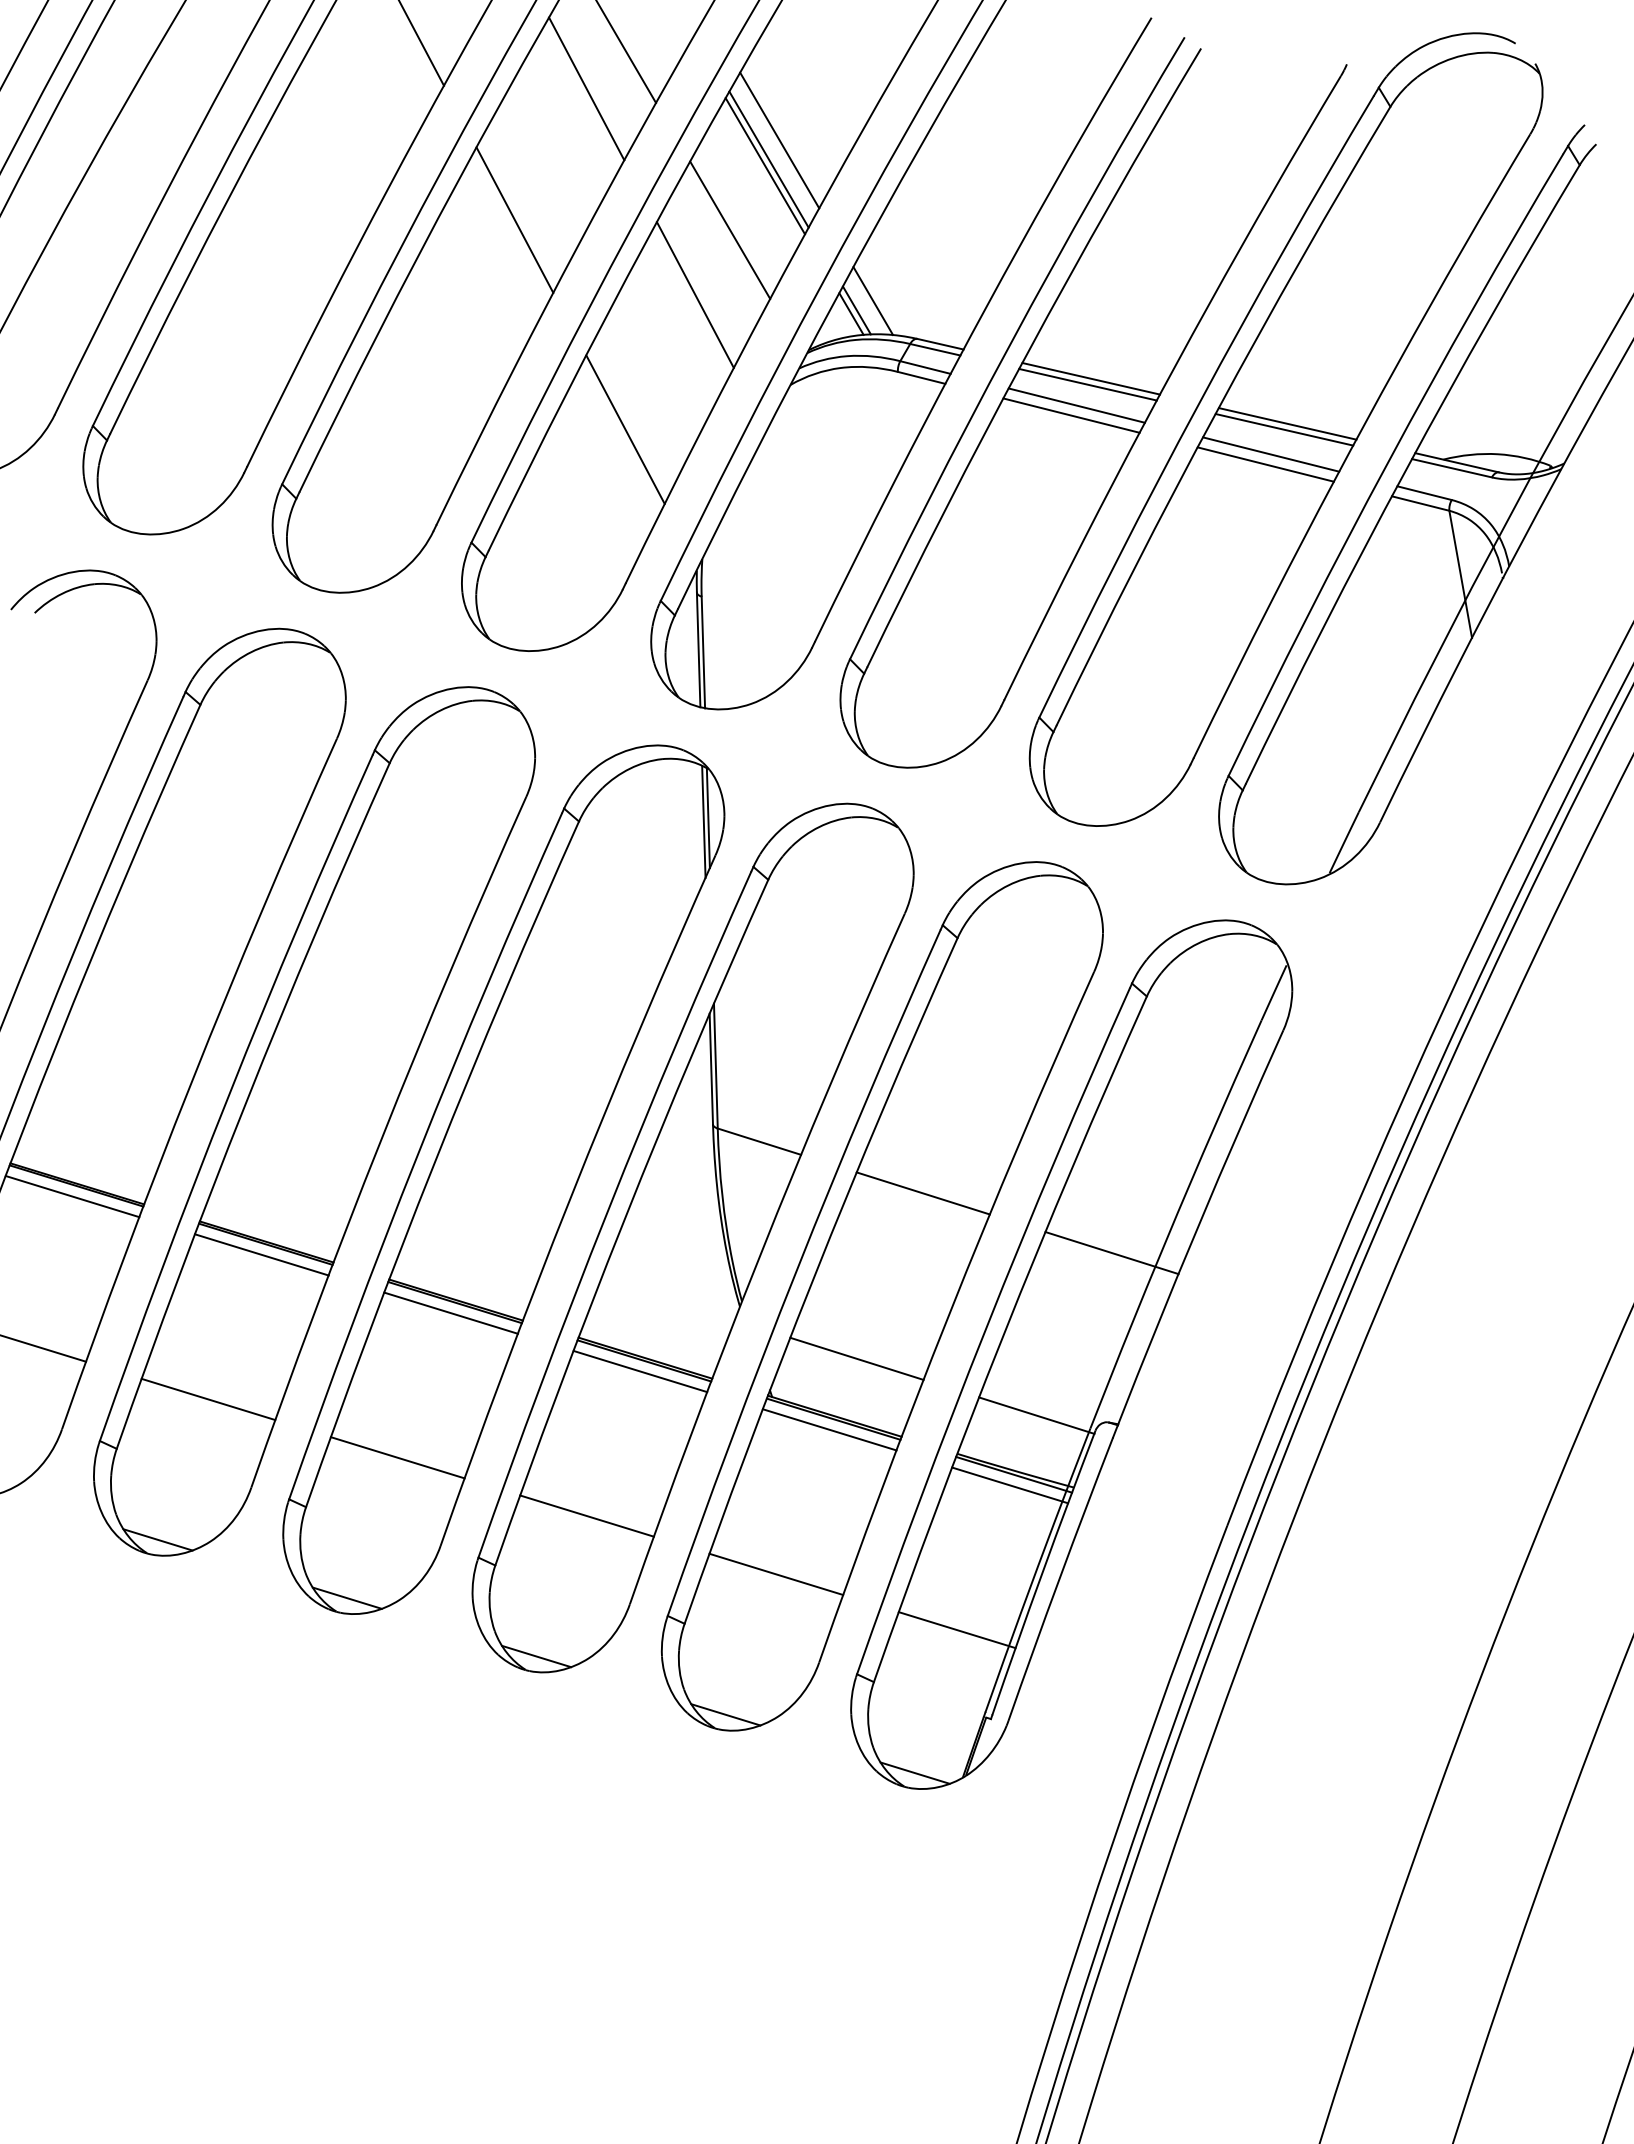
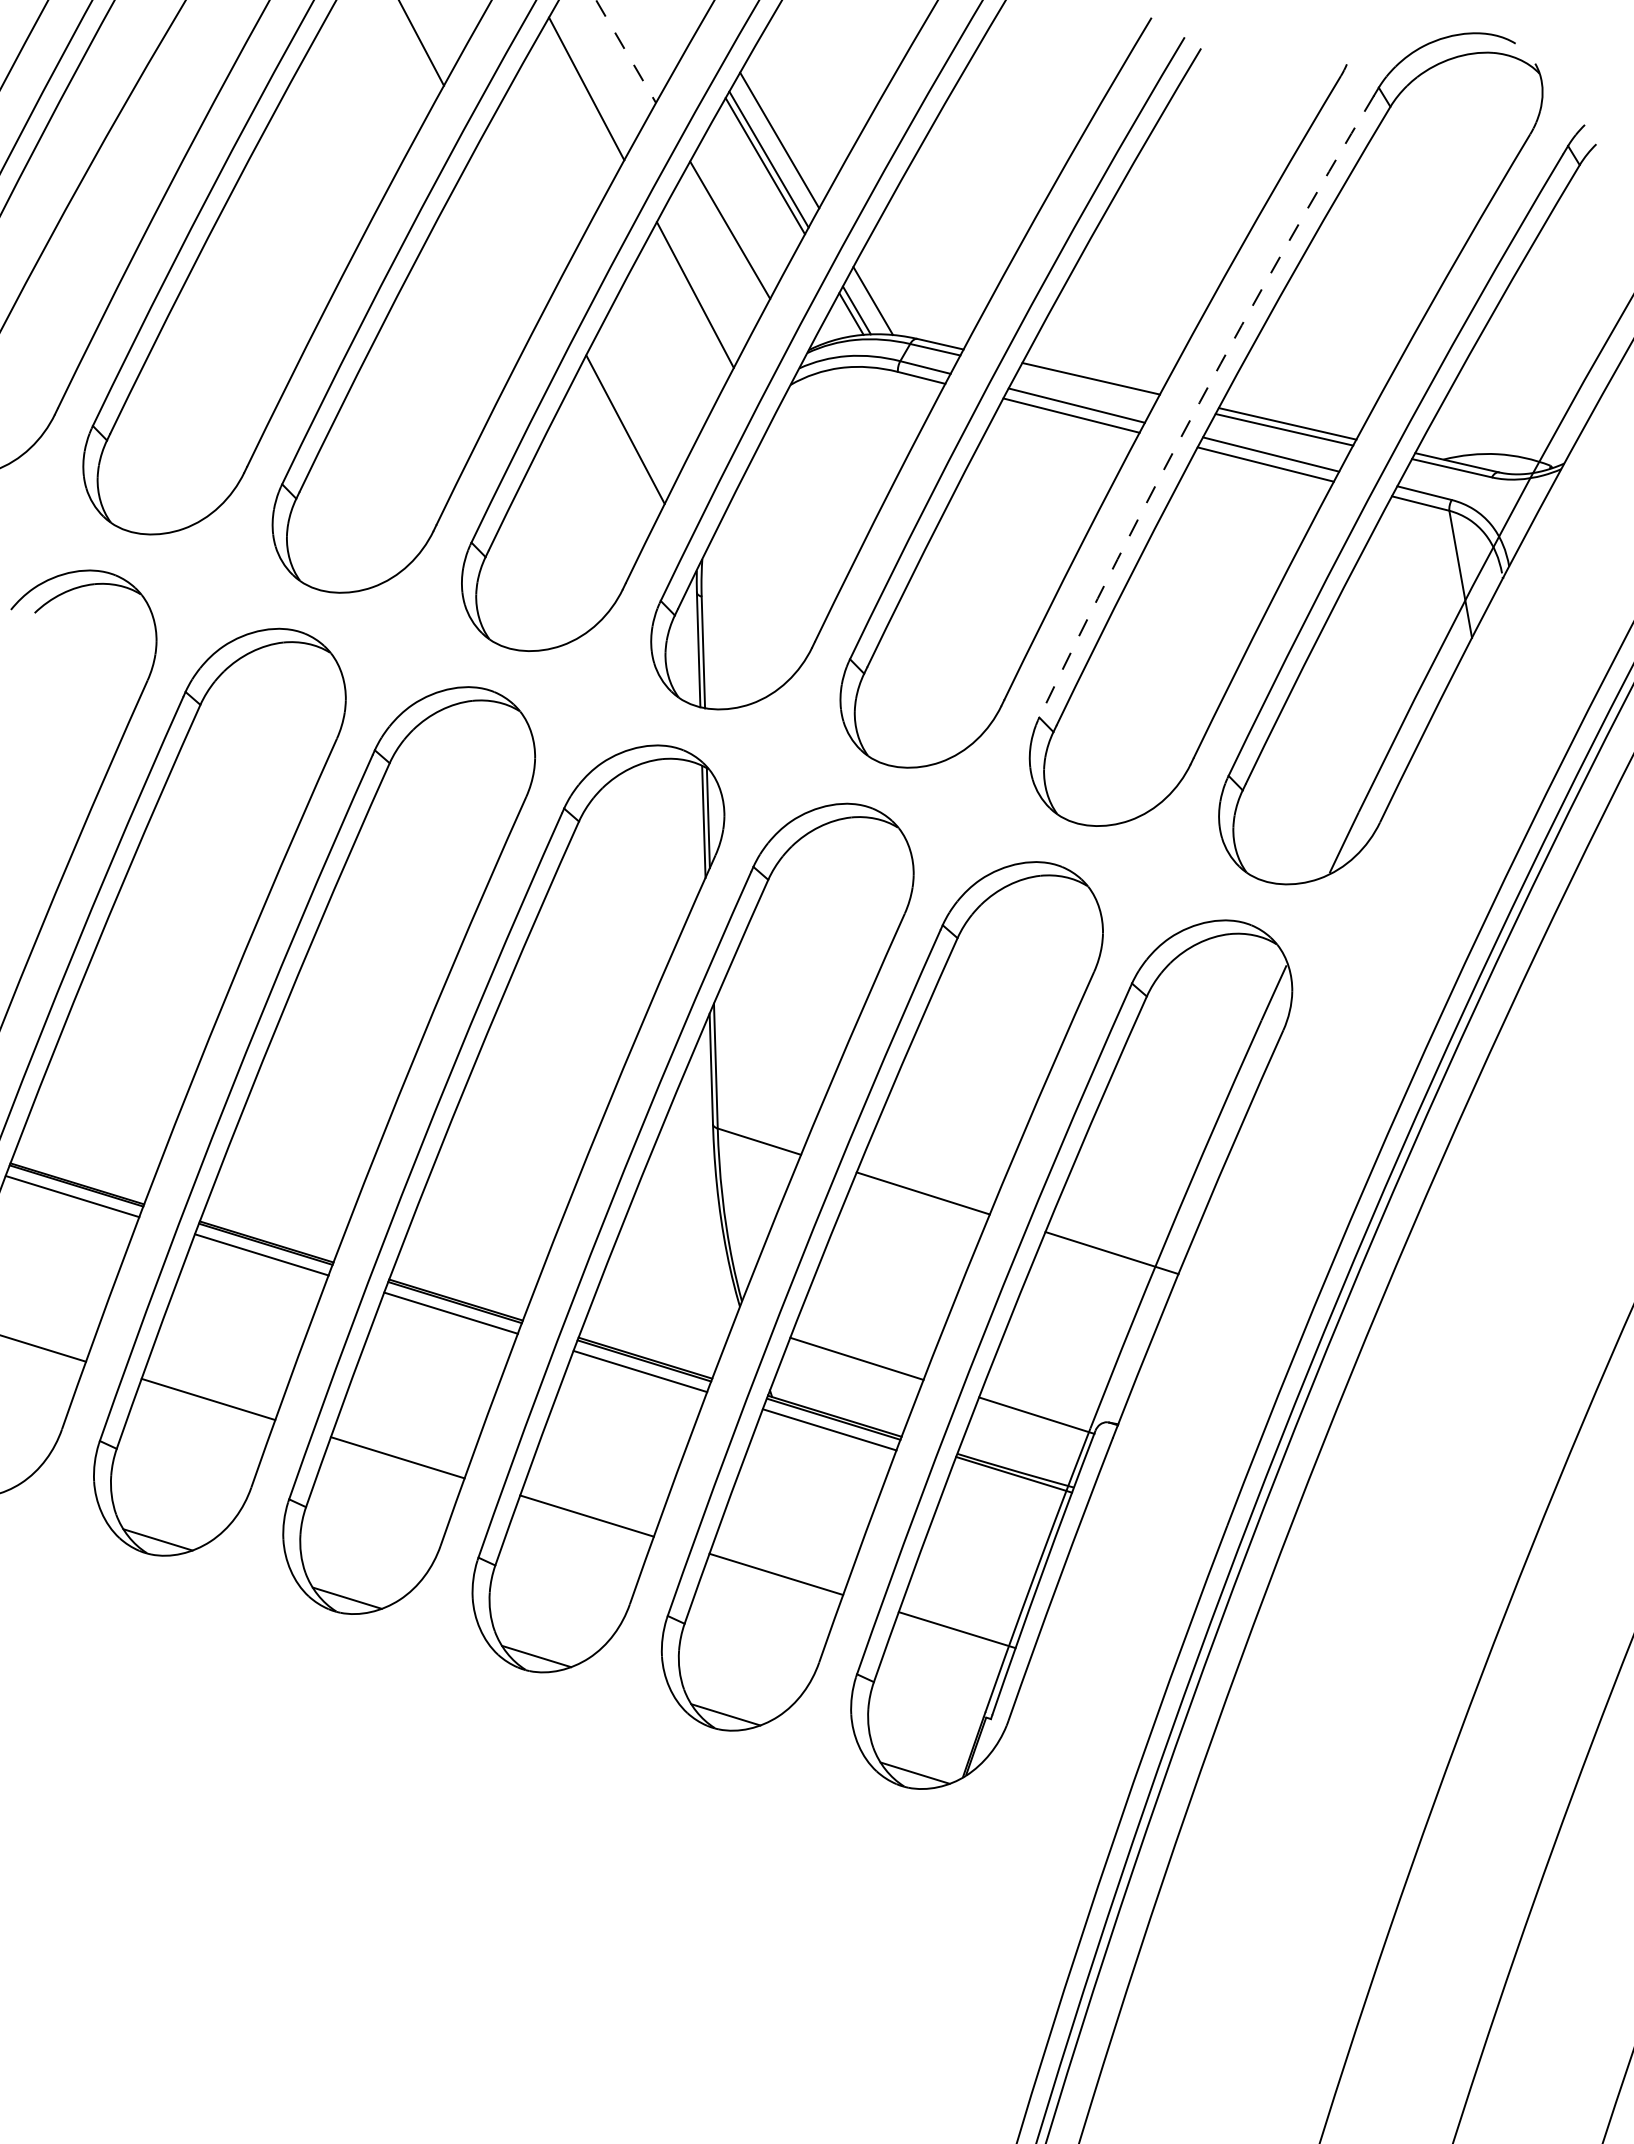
line at (626, 52): solid -> dashed
line at (514, 219): present -> none
line at (1087, 384): present -> none
arc at (1199, 402): solid -> dashed
line at (1010, 1485): present -> none
